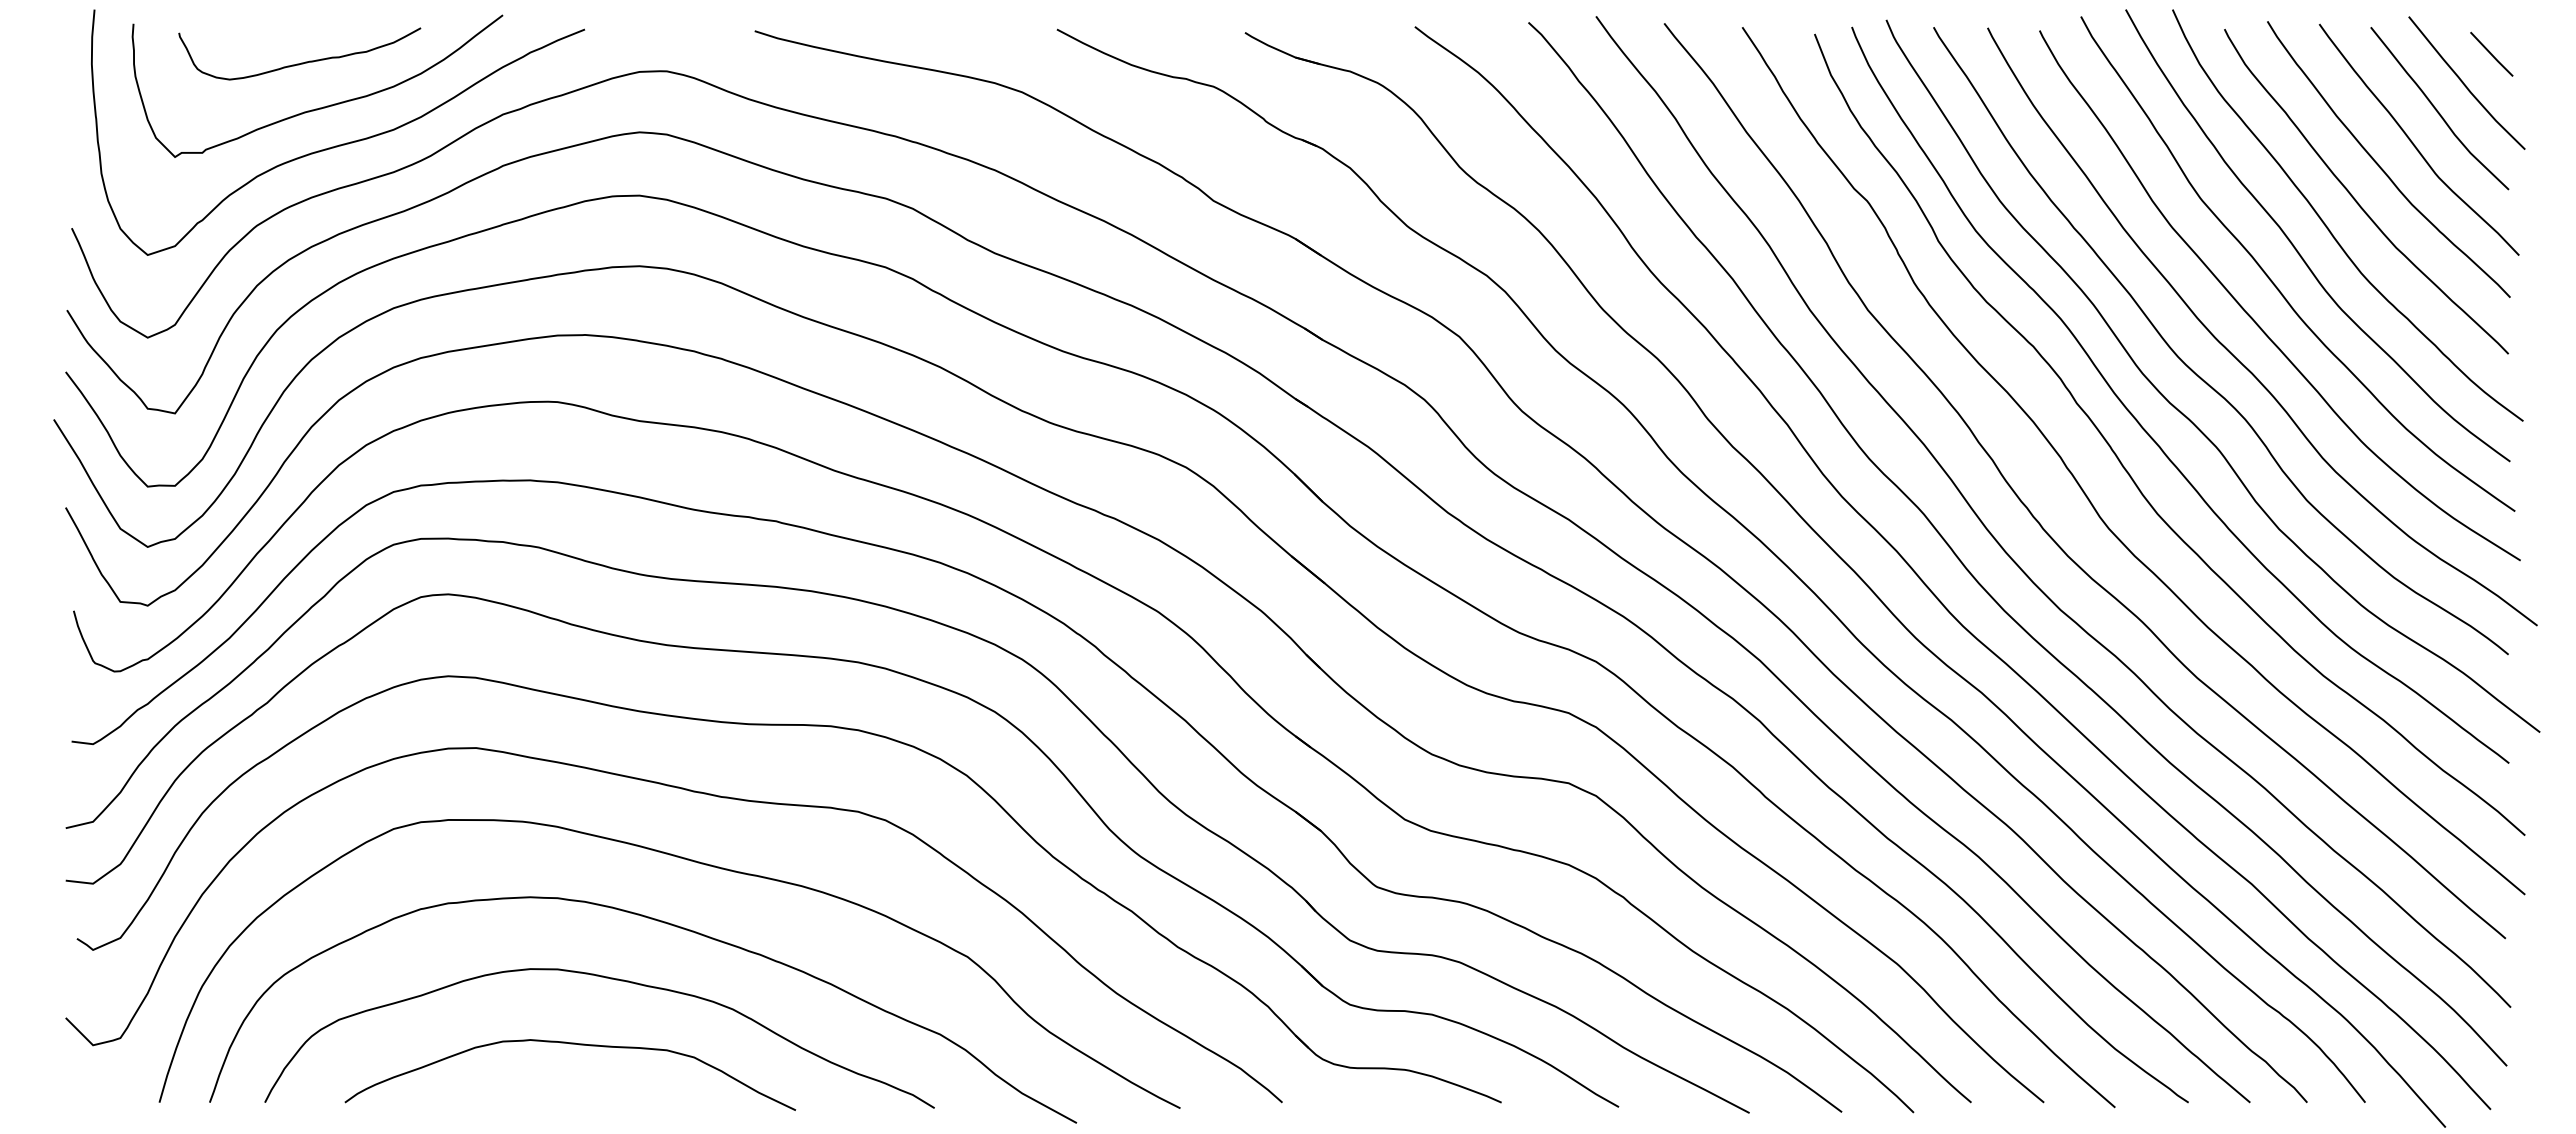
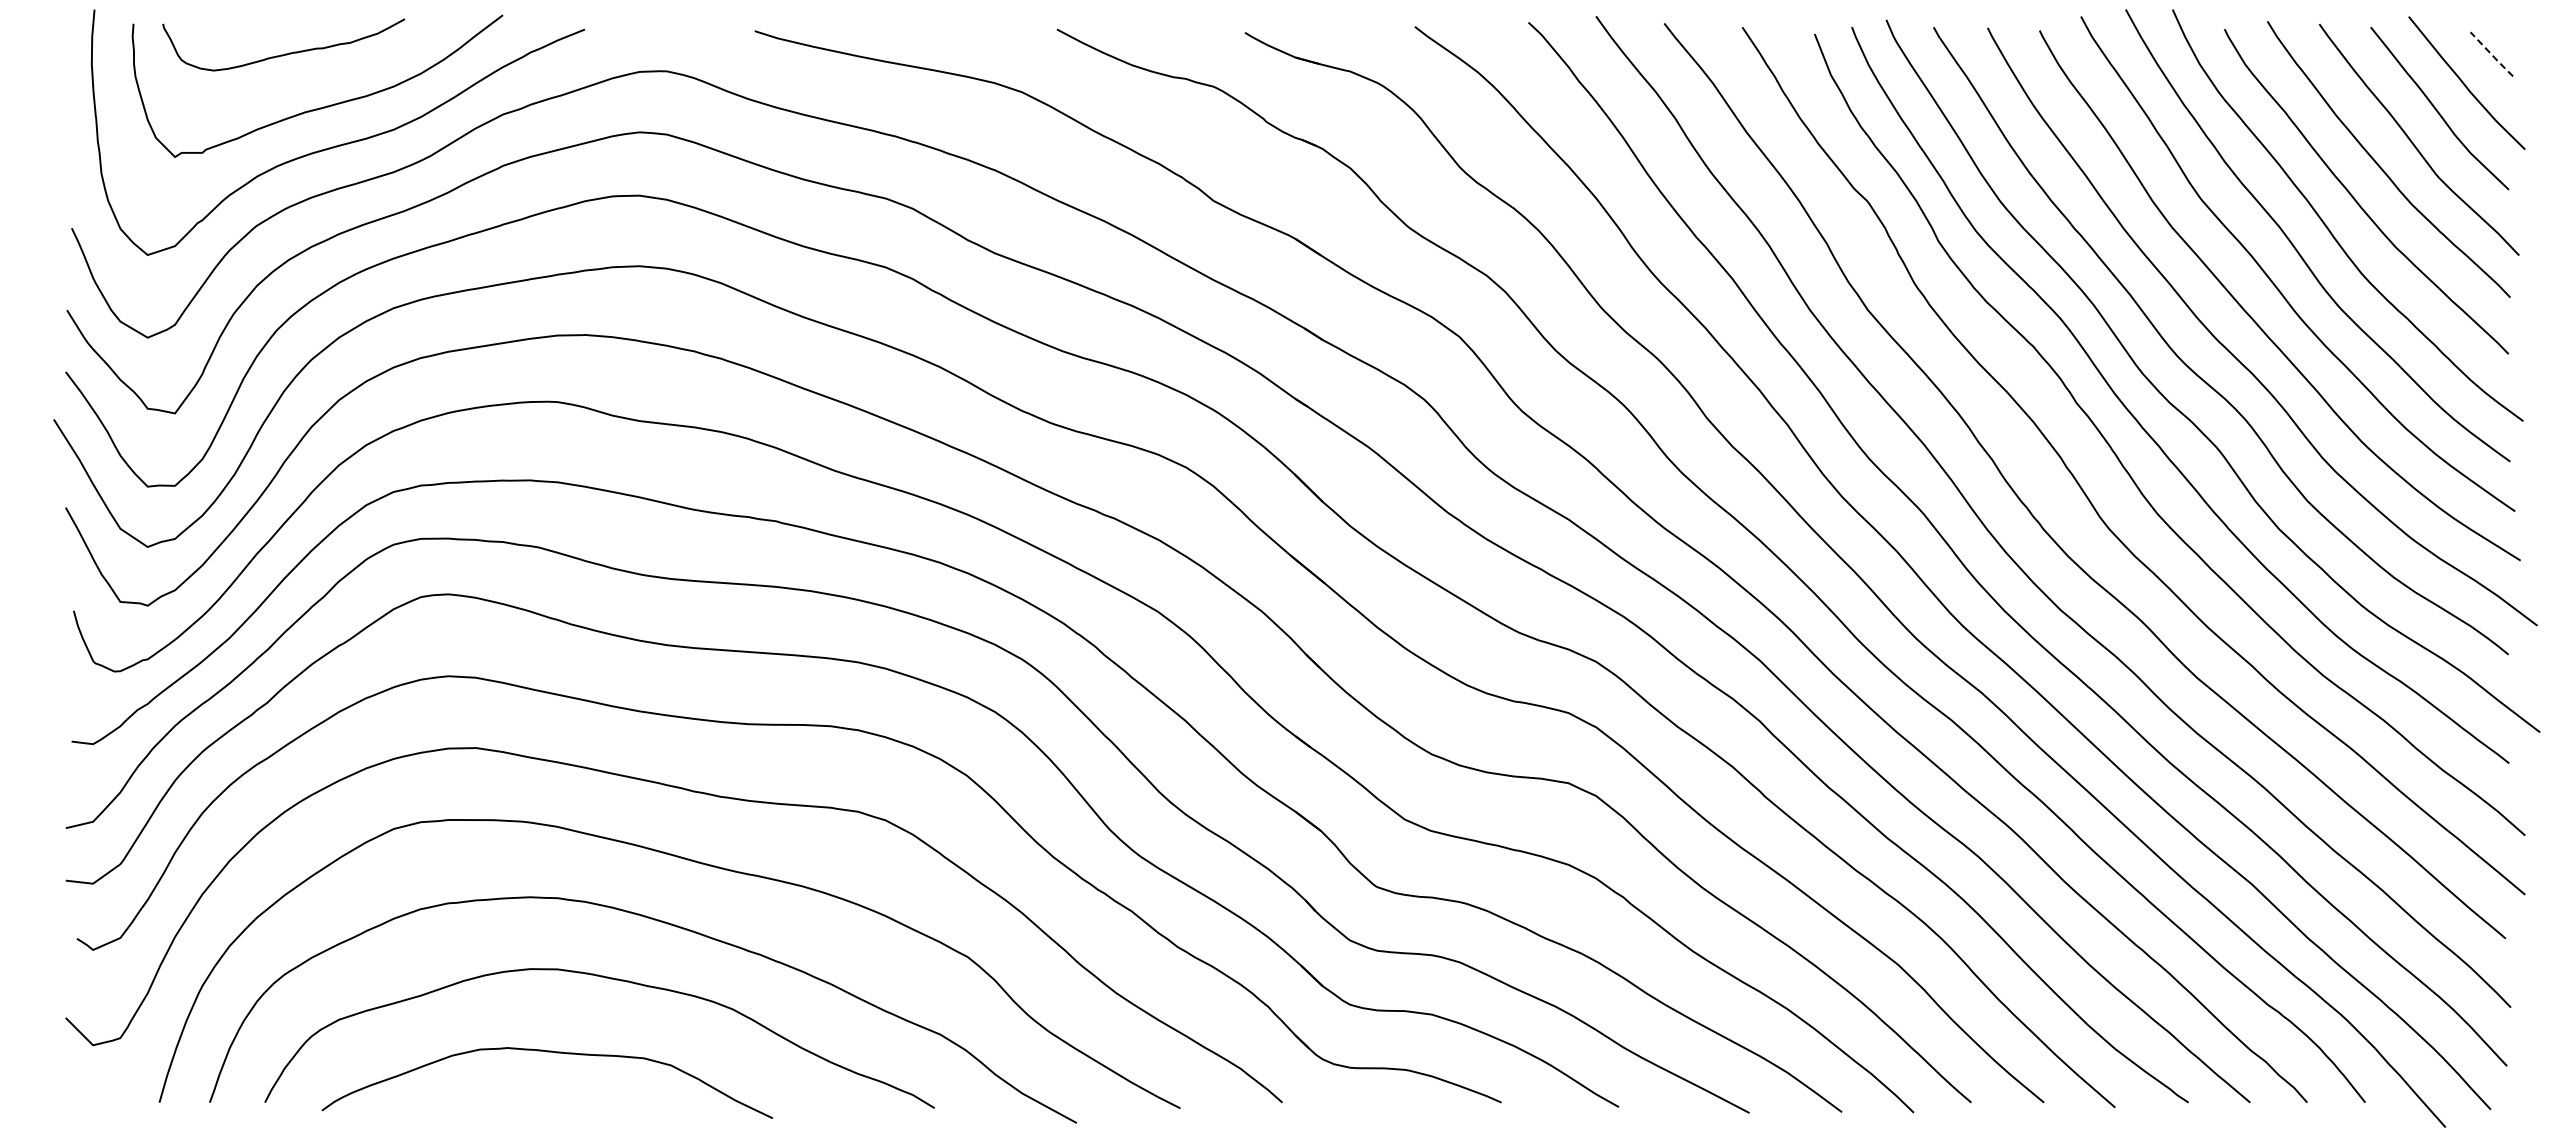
line at (2491, 54): solid -> dashed
curve at (301, 62) position: (301, 62) -> (285, 53)
curve at (570, 1044) position: (570, 1044) -> (547, 1052)
